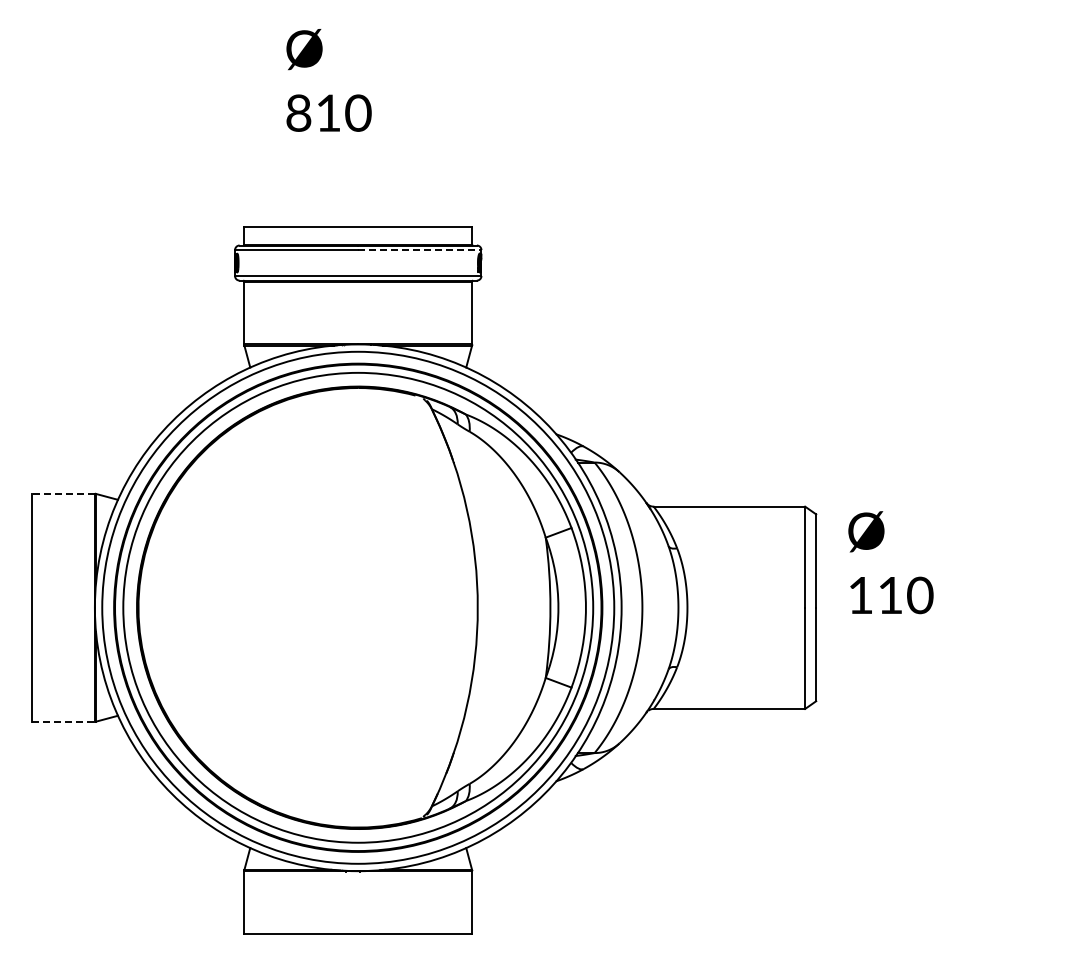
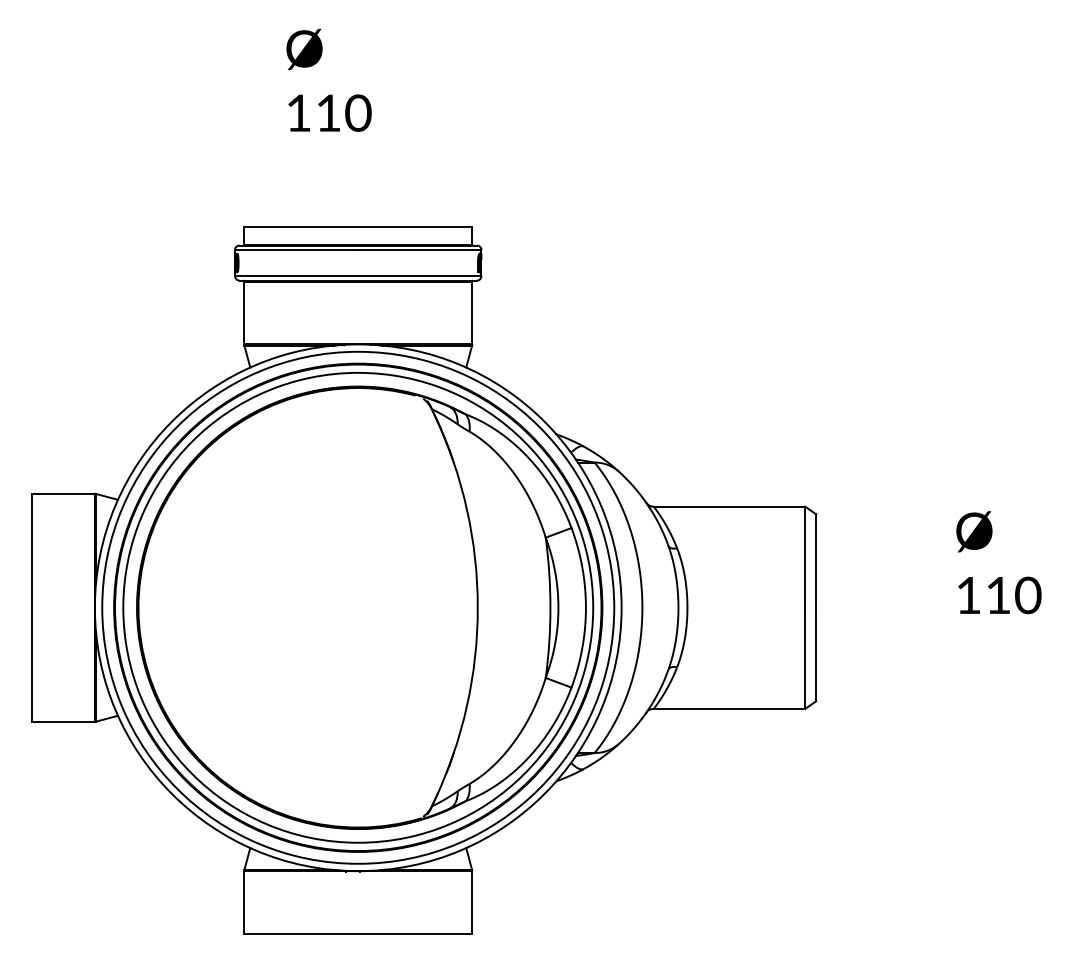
text at (298, 112): 810 -> 110
line at (419, 250): dashed -> solid
line at (62, 493): dashed -> solid
text at (890, 562) position: (890, 562) -> (998, 562)
line at (63, 721): dashed -> solid
